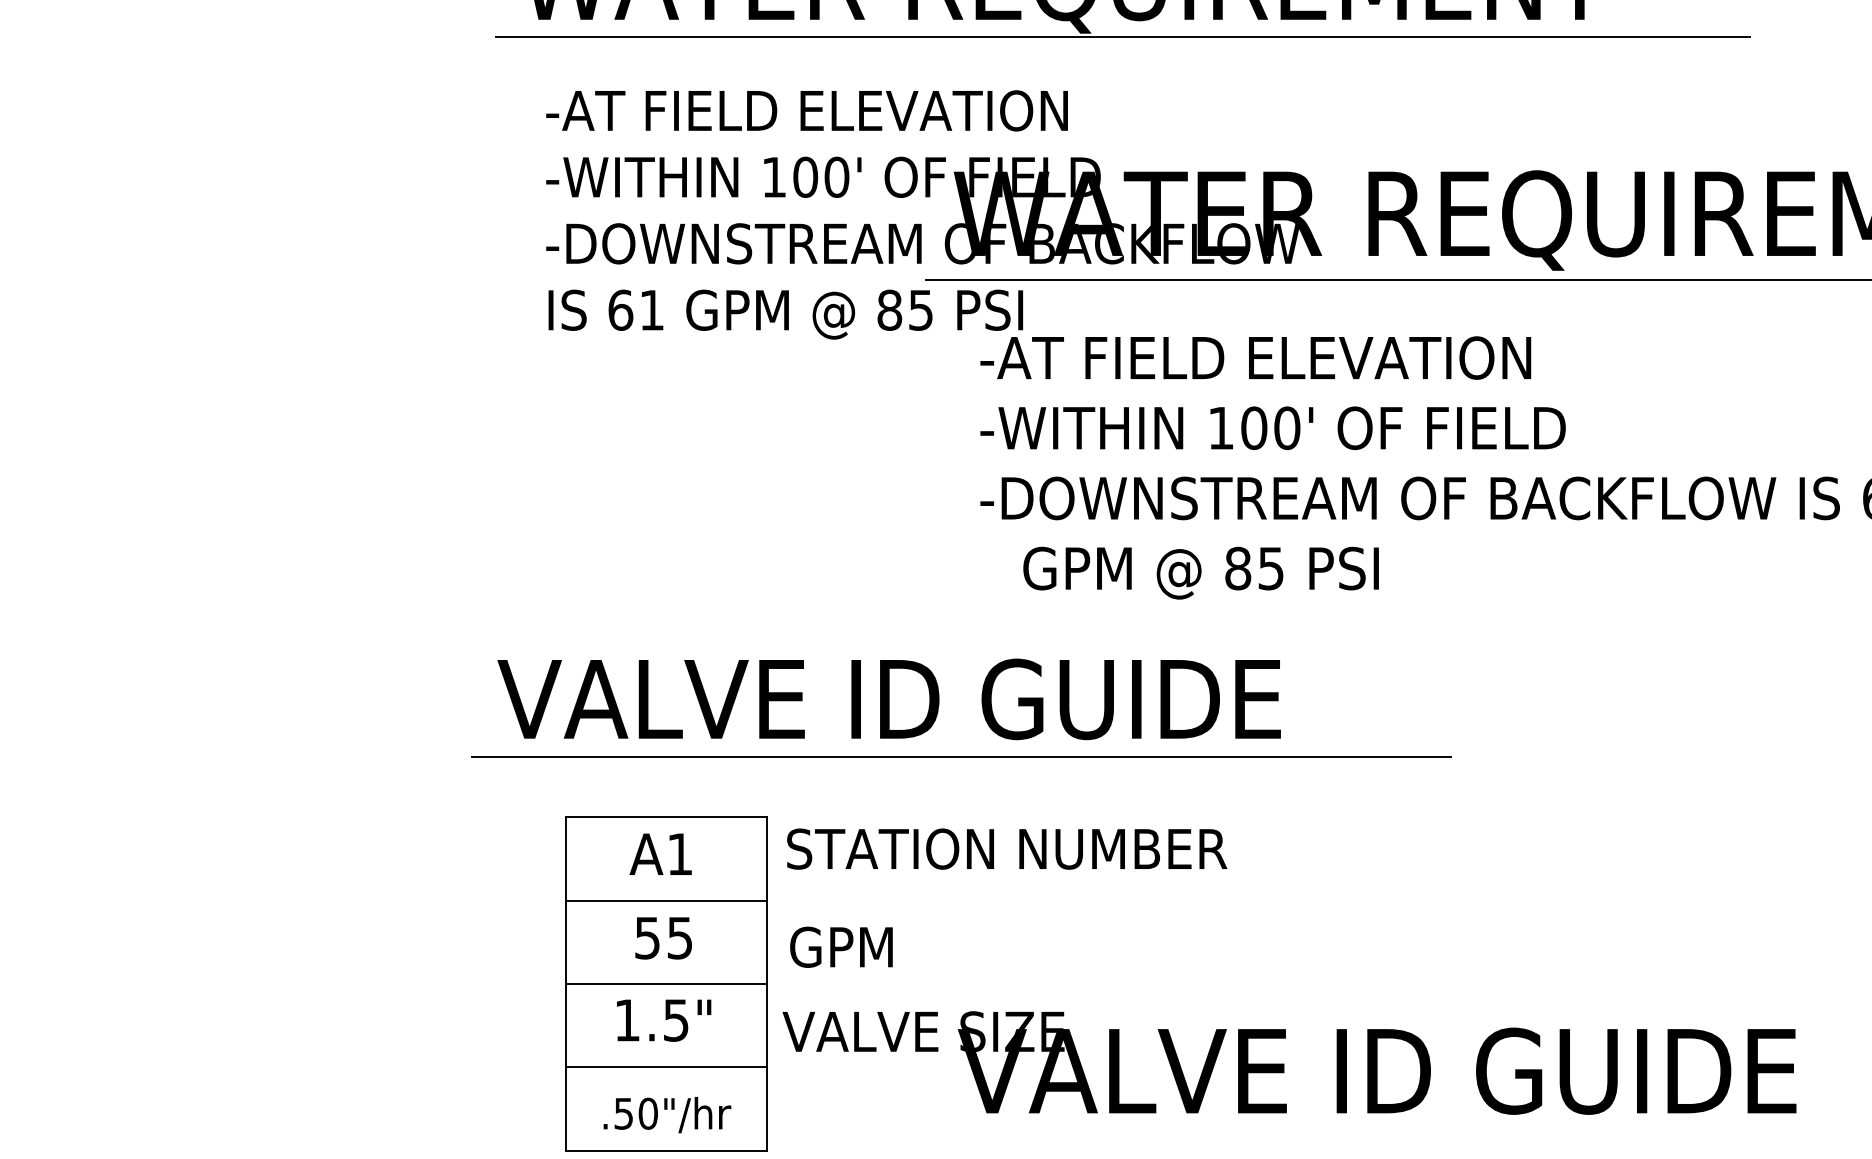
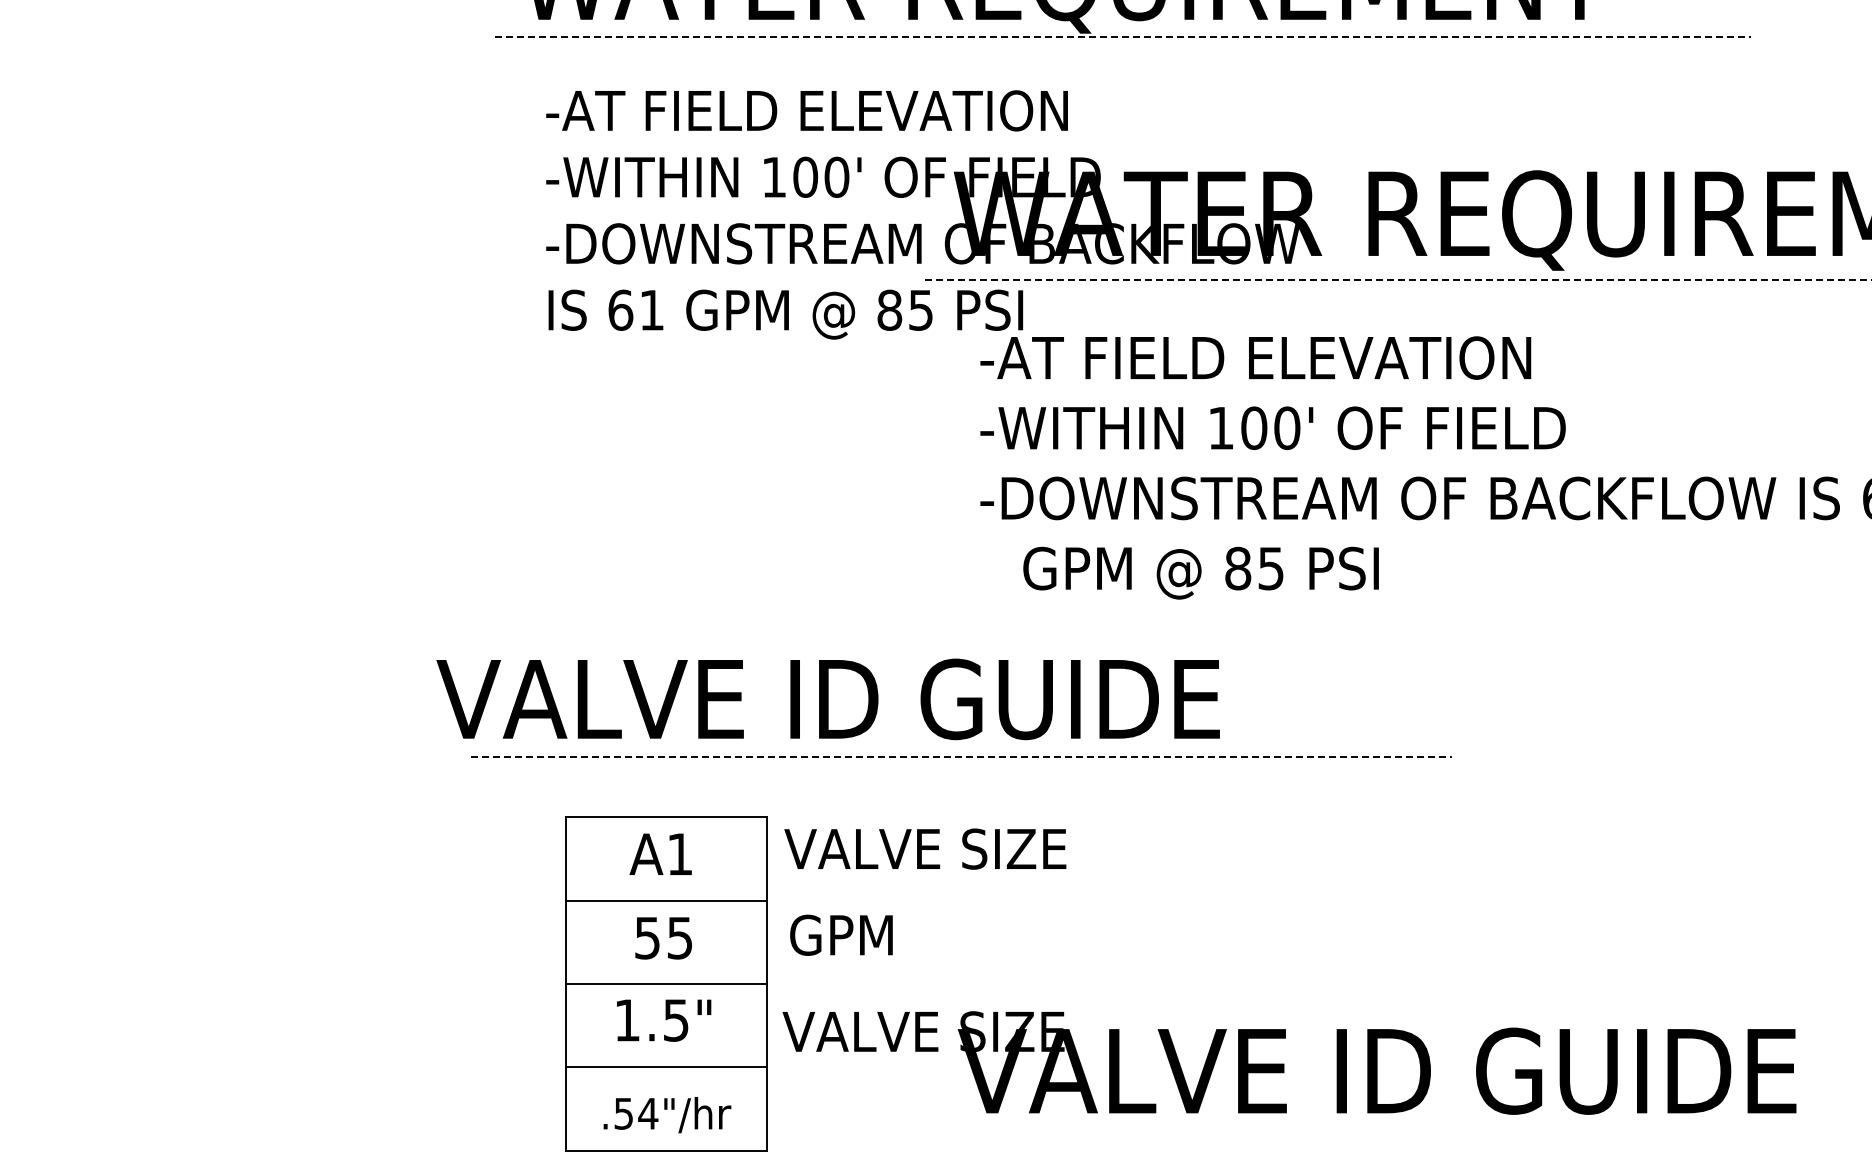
line at (1123, 36): solid -> dashed
line at (1398, 280): solid -> dashed
text at (888, 699) position: (888, 699) -> (827, 699)
line at (962, 756): solid -> dashed
text at (1005, 848): STATION NUMBER -> VALVE SIZE
text at (841, 946) position: (841, 946) -> (841, 934)
text at (648, 1113): .50"/hr -> .54"/hr
